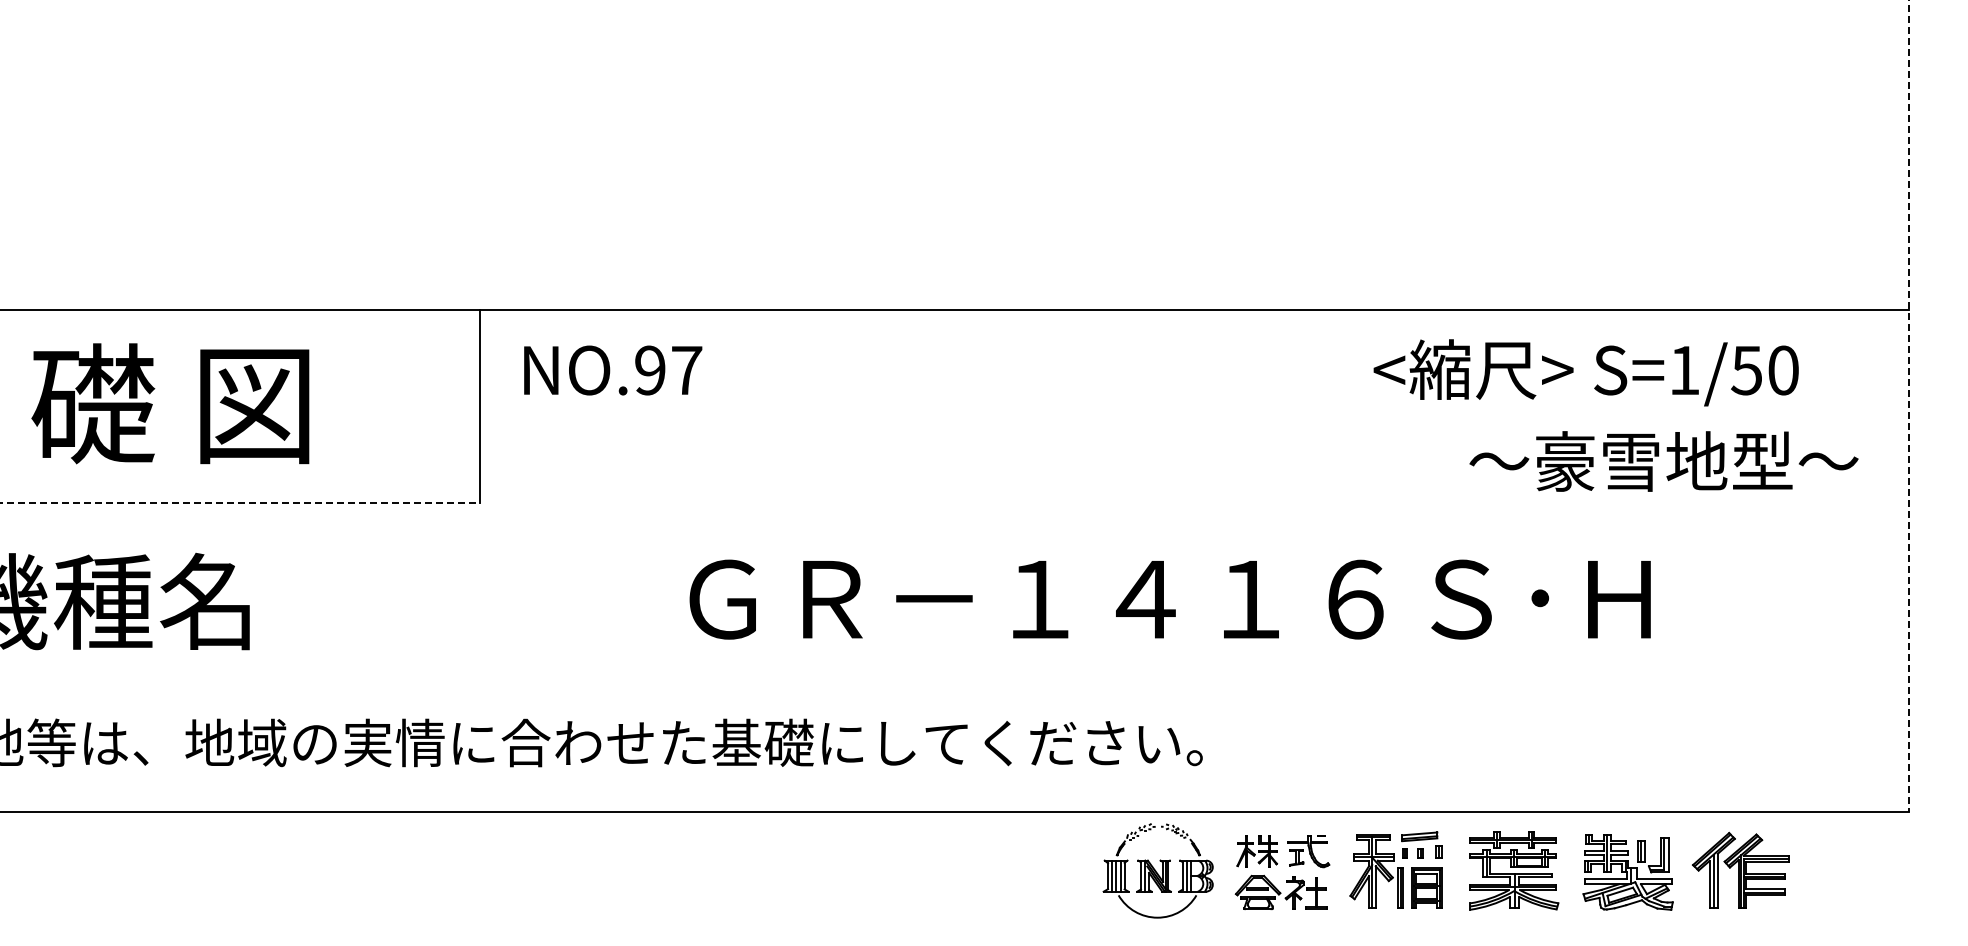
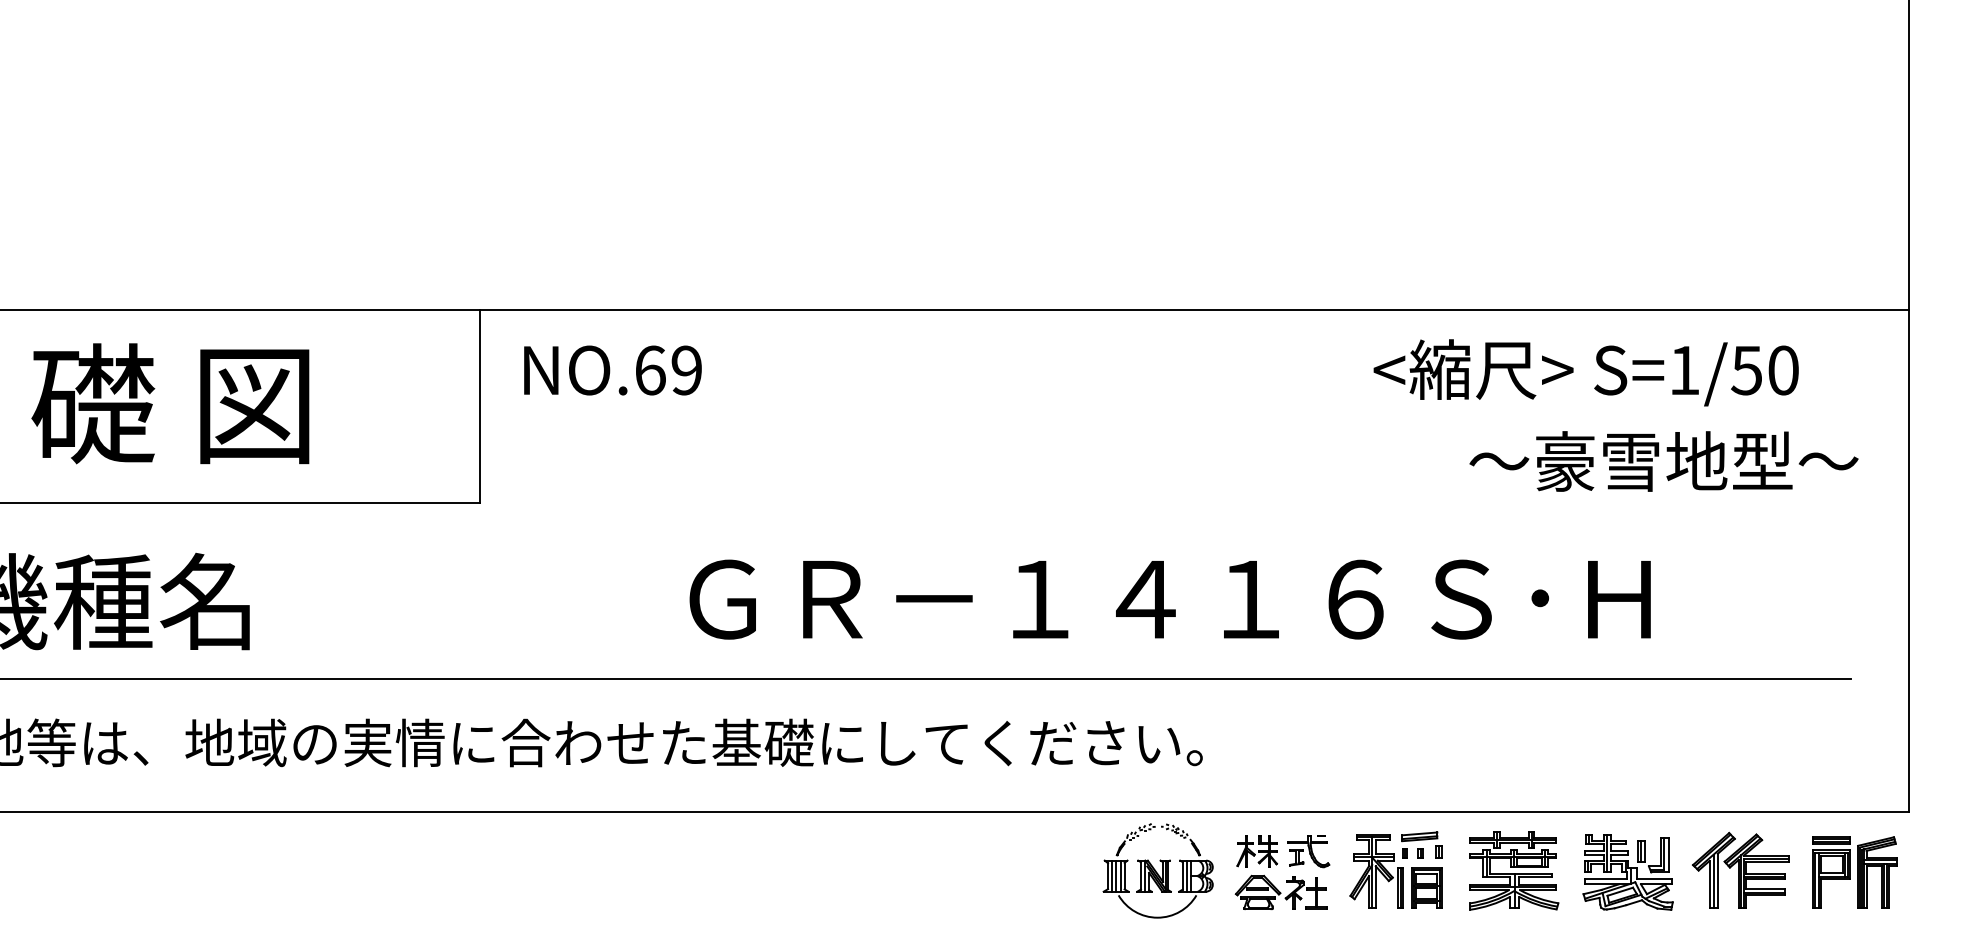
text at (668, 370): NO.97 -> NO.69
line at (1908, 406): dashed -> solid
line at (240, 503): dashed -> solid
line at (926, 678): none -> present
part at (1854, 872): none -> present
